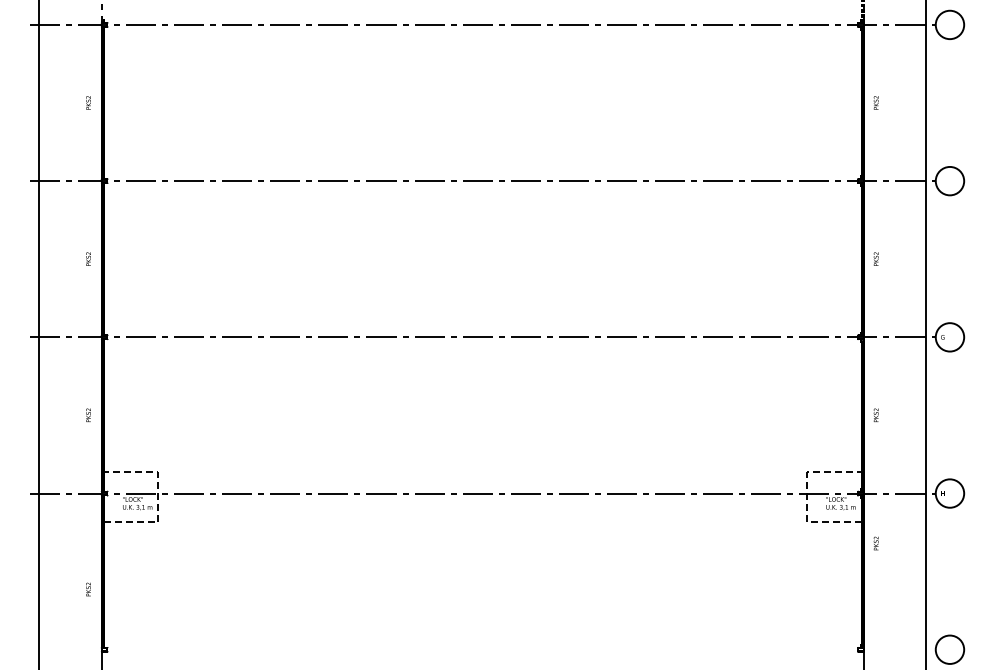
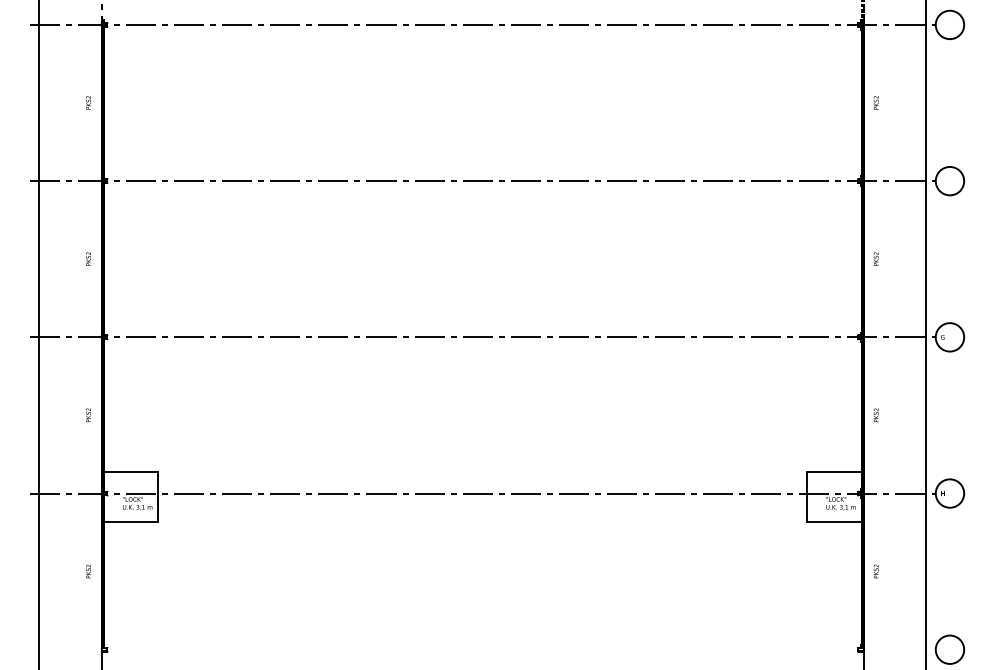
line at (158, 497): dashed -> solid
line at (807, 497): dashed -> solid
text at (875, 543) position: (875, 543) -> (875, 571)
text at (88, 589) position: (88, 589) -> (88, 571)
